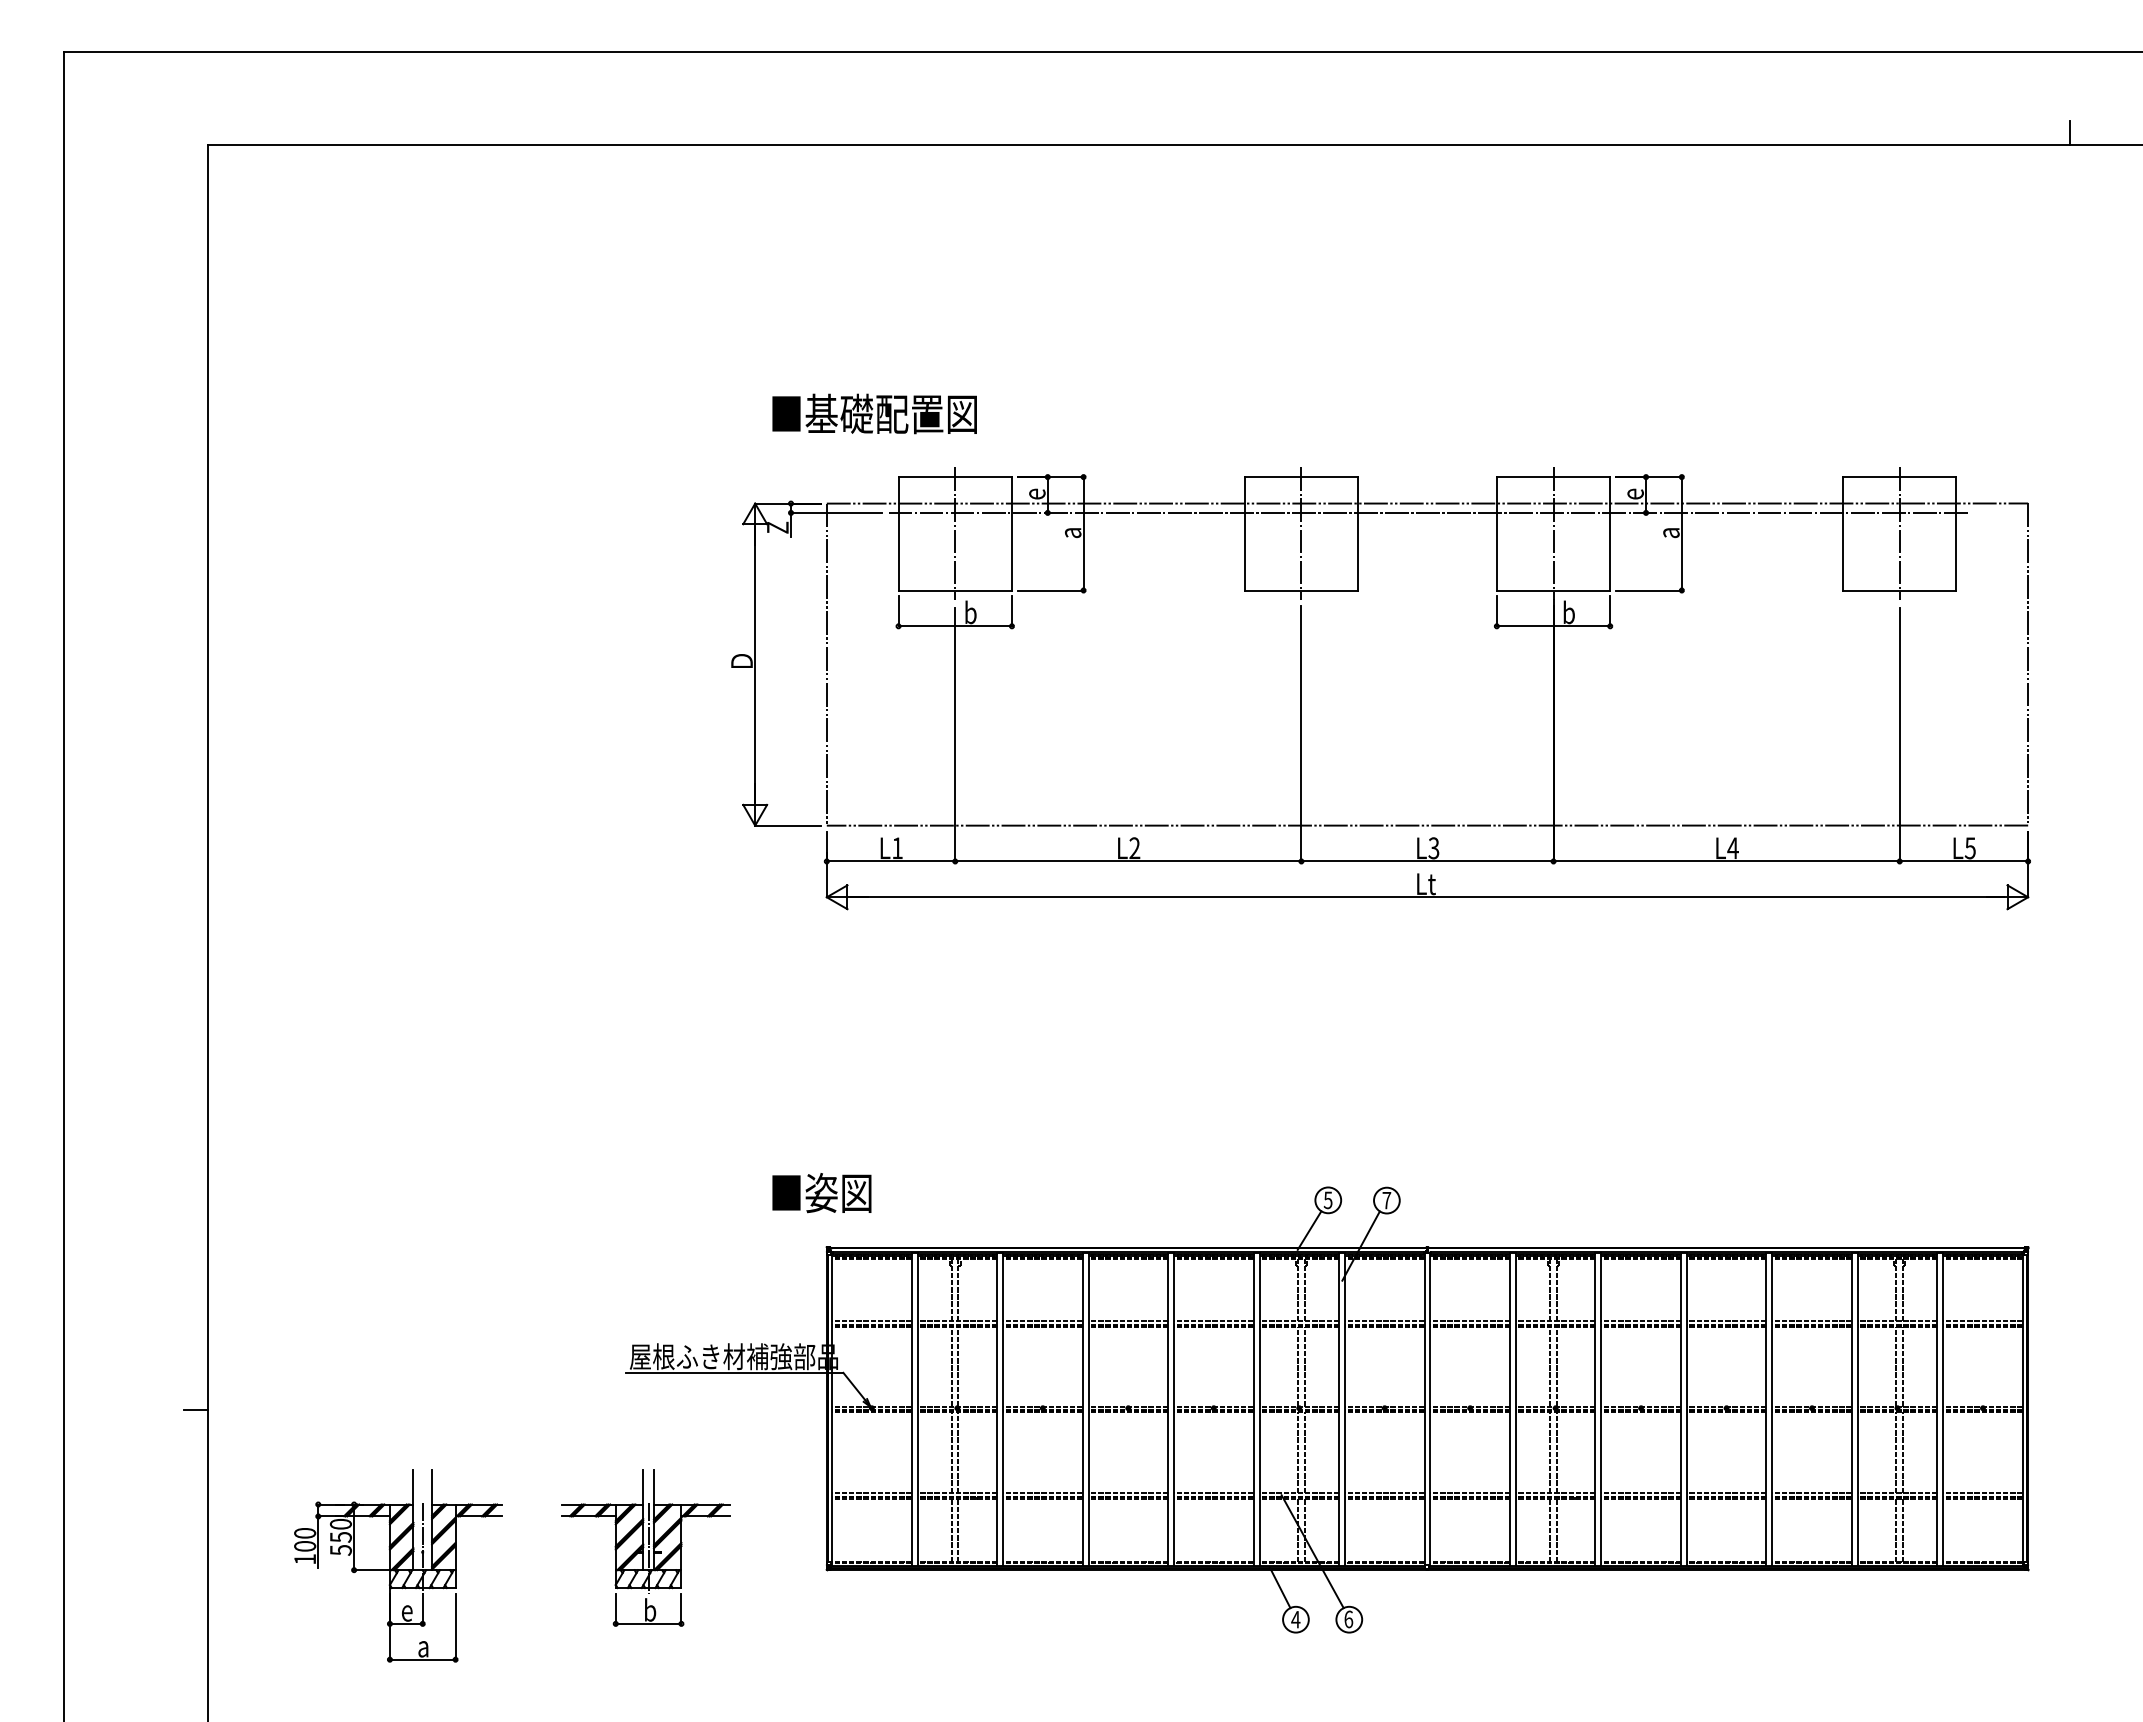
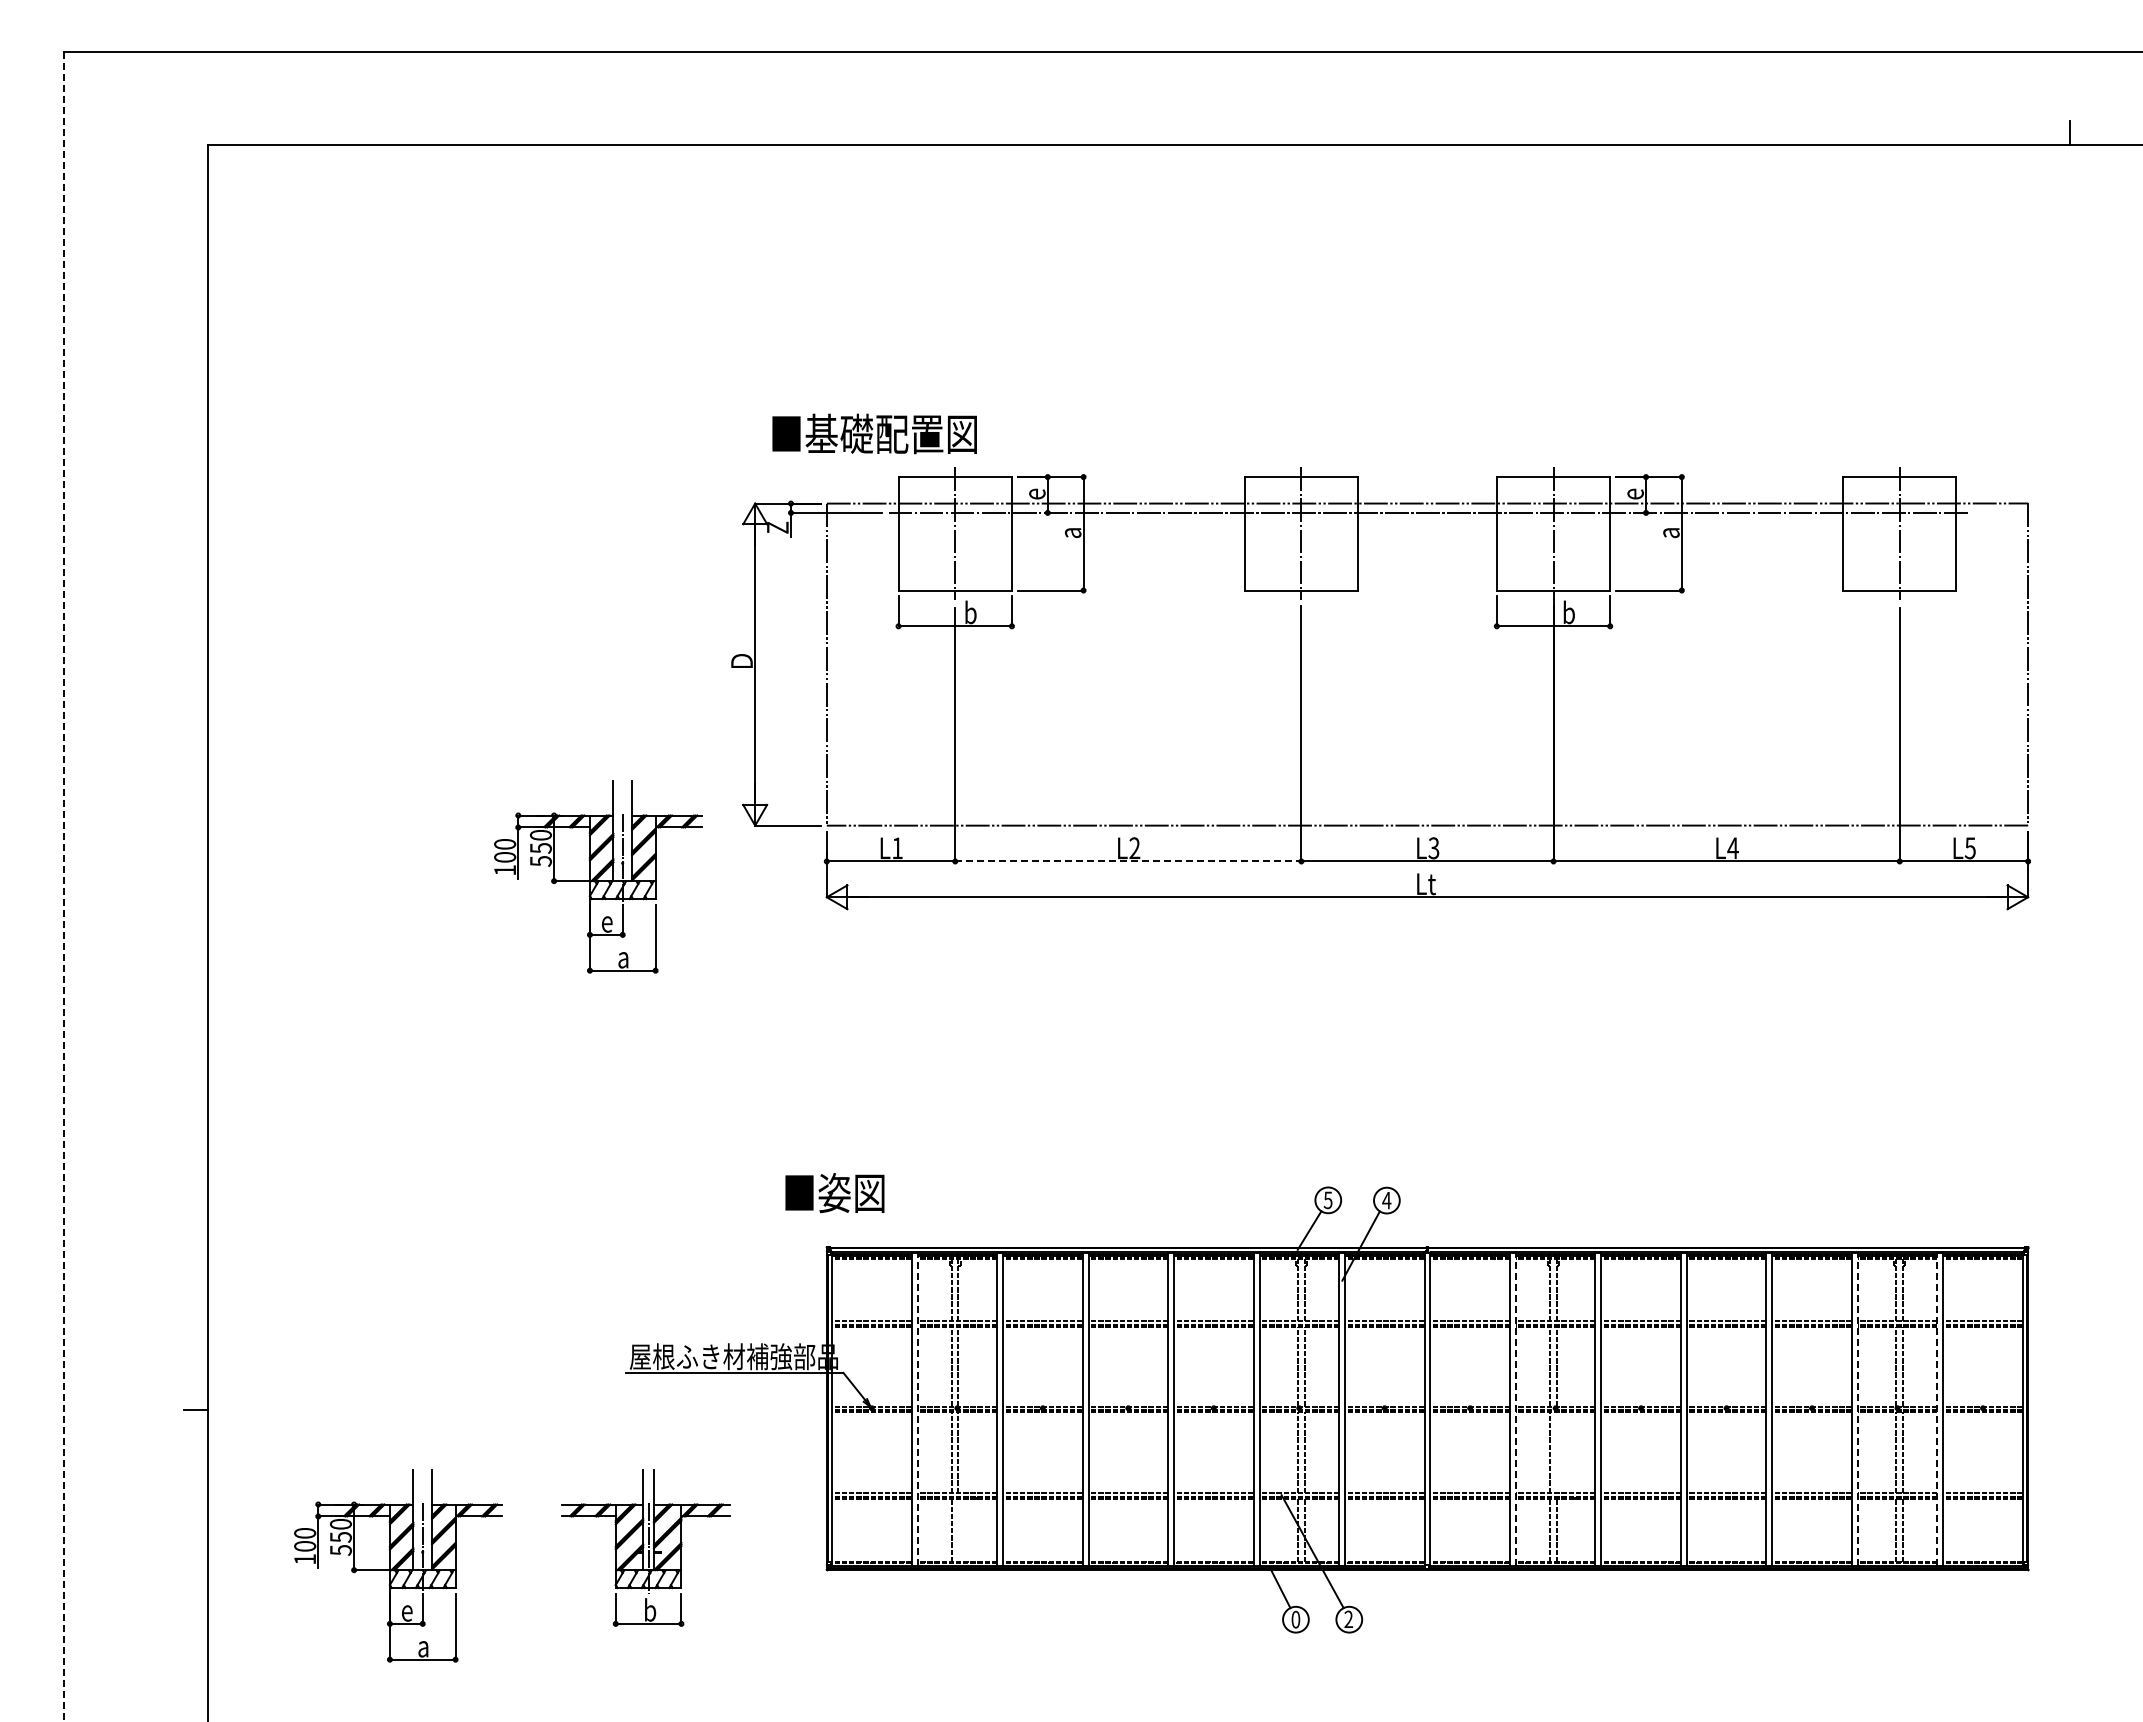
text at (874, 413) position: (874, 413) -> (874, 433)
line at (1128, 861): solid -> dashed
part at (598, 876): none -> present
line at (64, 886): solid -> dashed
text at (821, 1193) position: (821, 1193) -> (834, 1193)
text at (1386, 1200): 7 -> 4
line at (917, 1409): solid -> dashed
line at (1515, 1409): solid -> dashed
line at (1857, 1409): solid -> dashed
line at (1937, 1409): solid -> dashed
line at (1556, 1452): present -> none
line at (958, 1530): present -> none
text at (1295, 1619): 4 -> 0
text at (1348, 1619): 6 -> 2
